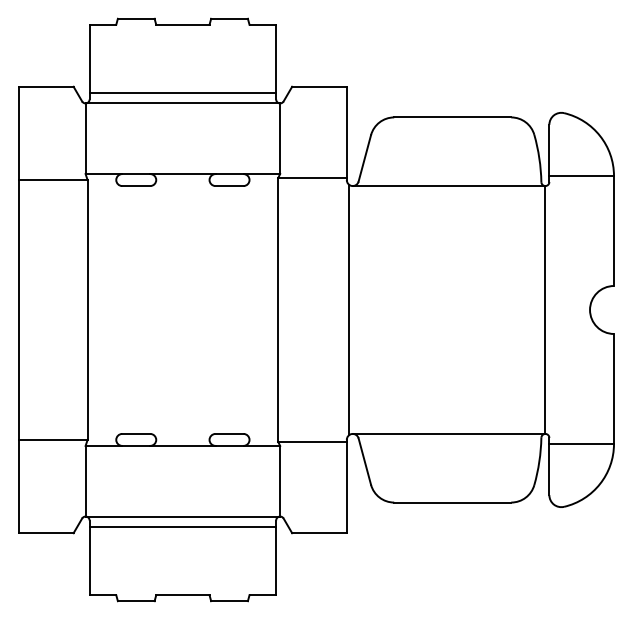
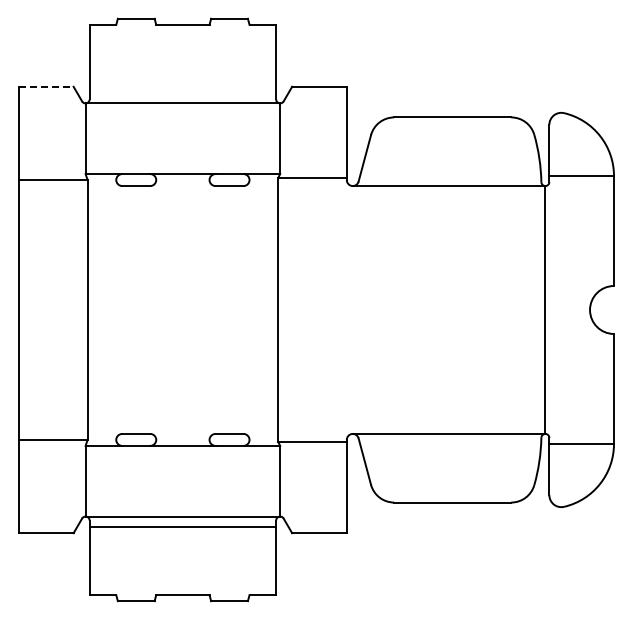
line at (46, 86): solid -> dashed
line at (182, 93): present -> none
line at (348, 309): present -> none
